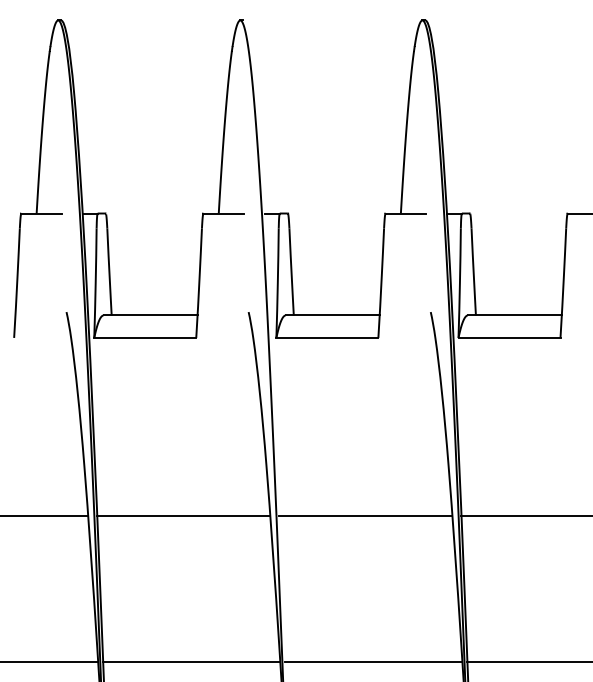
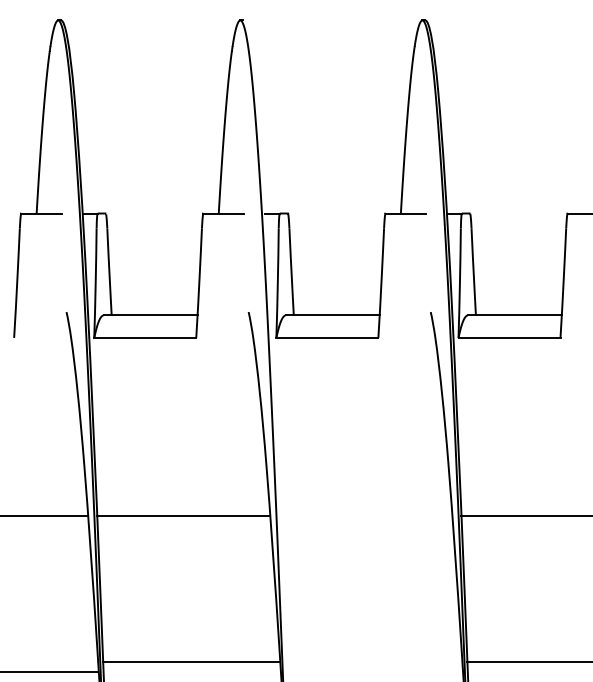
line at (365, 515): present -> none
line at (50, 661) position: (50, 661) -> (50, 671)
line at (373, 661): present -> none
